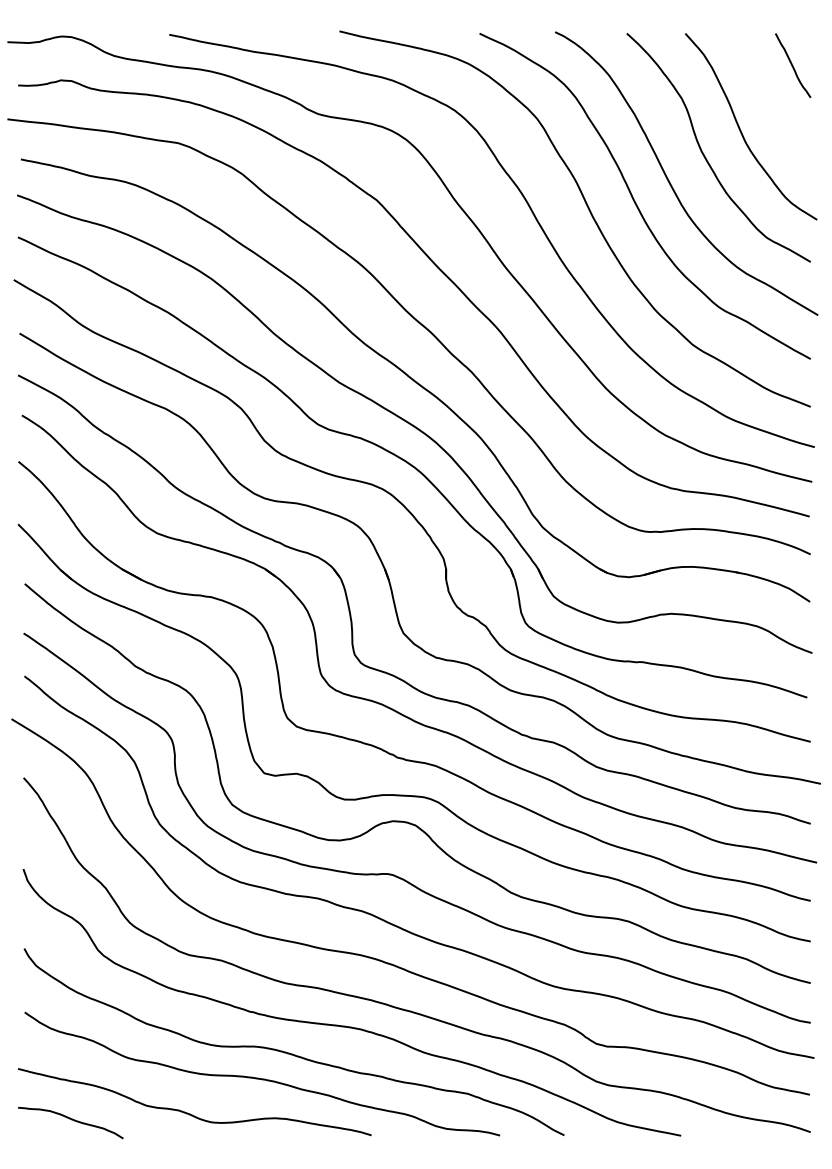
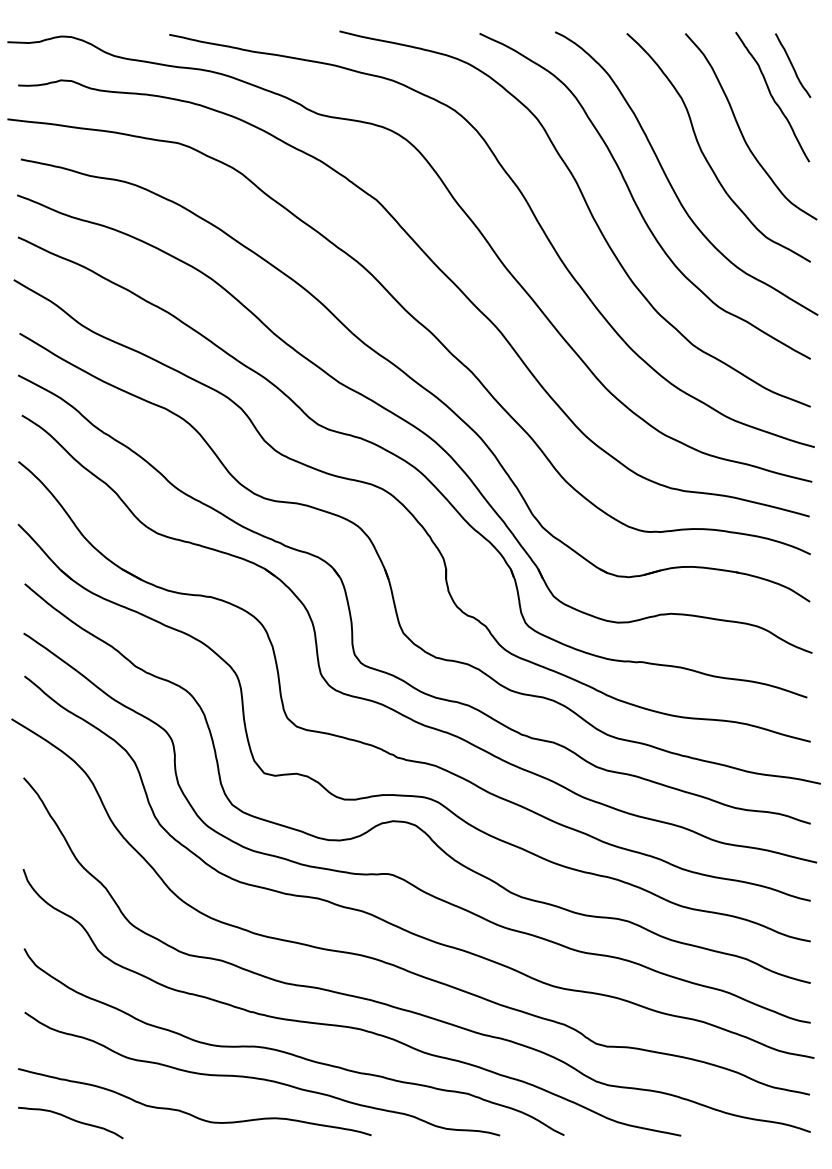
curve at (772, 97): none -> present
